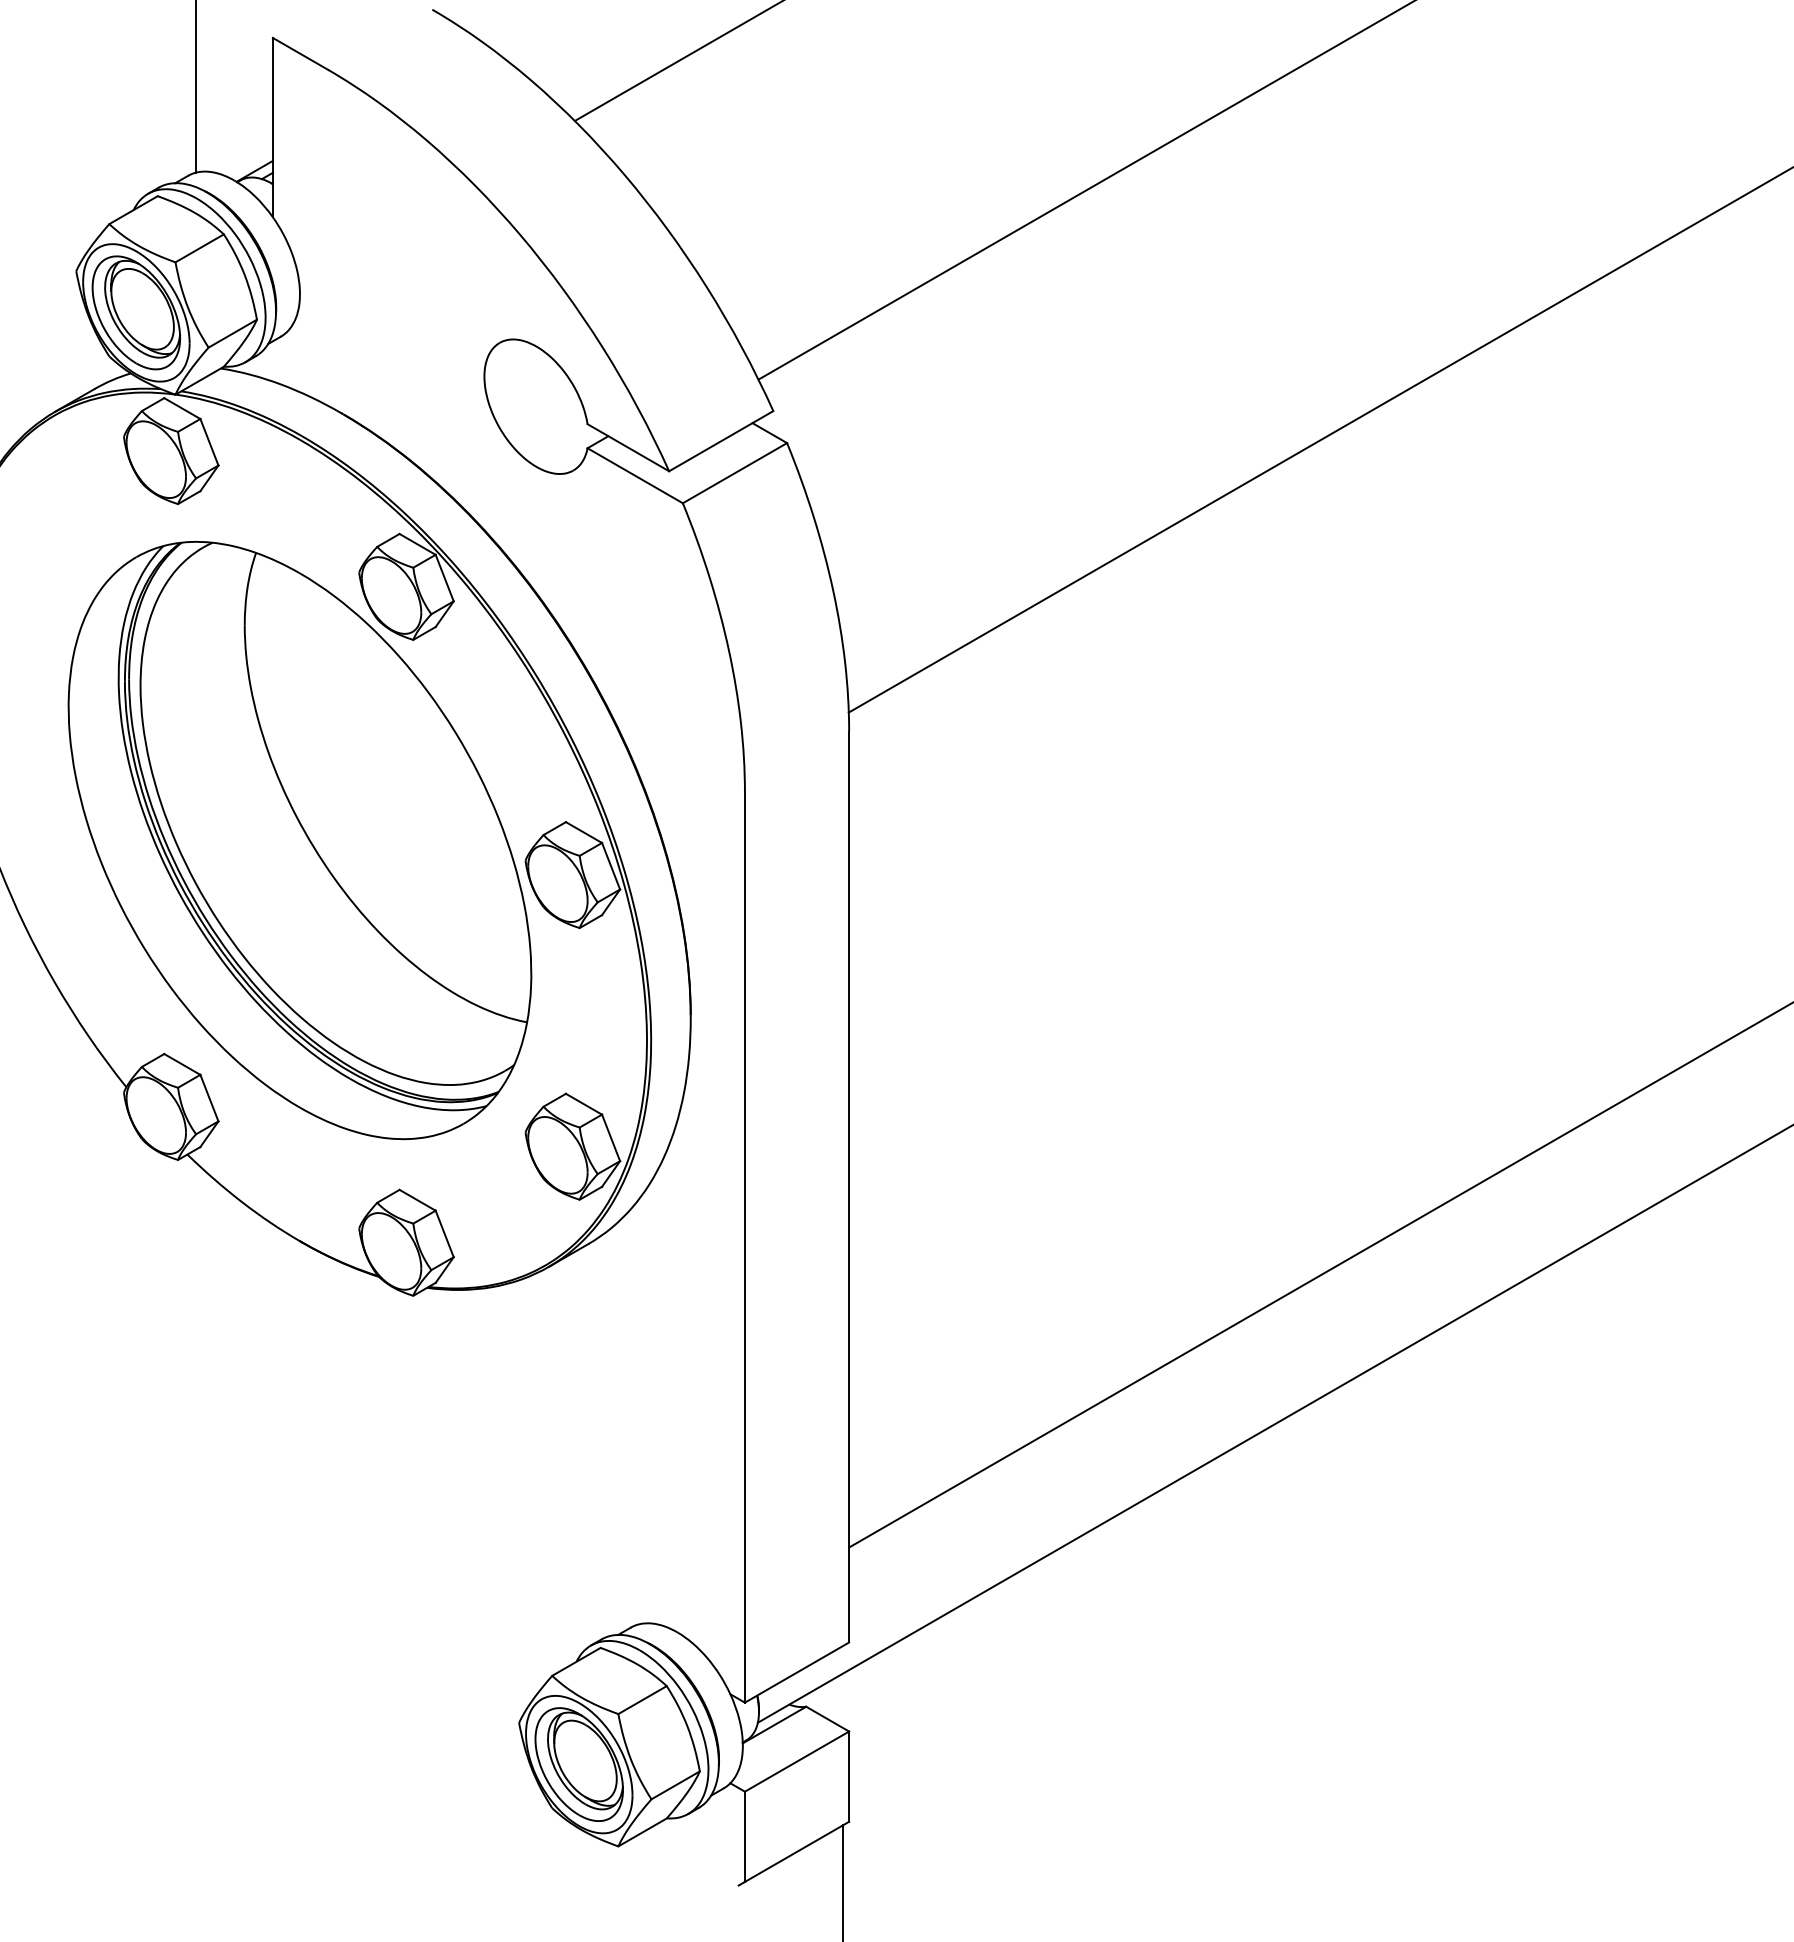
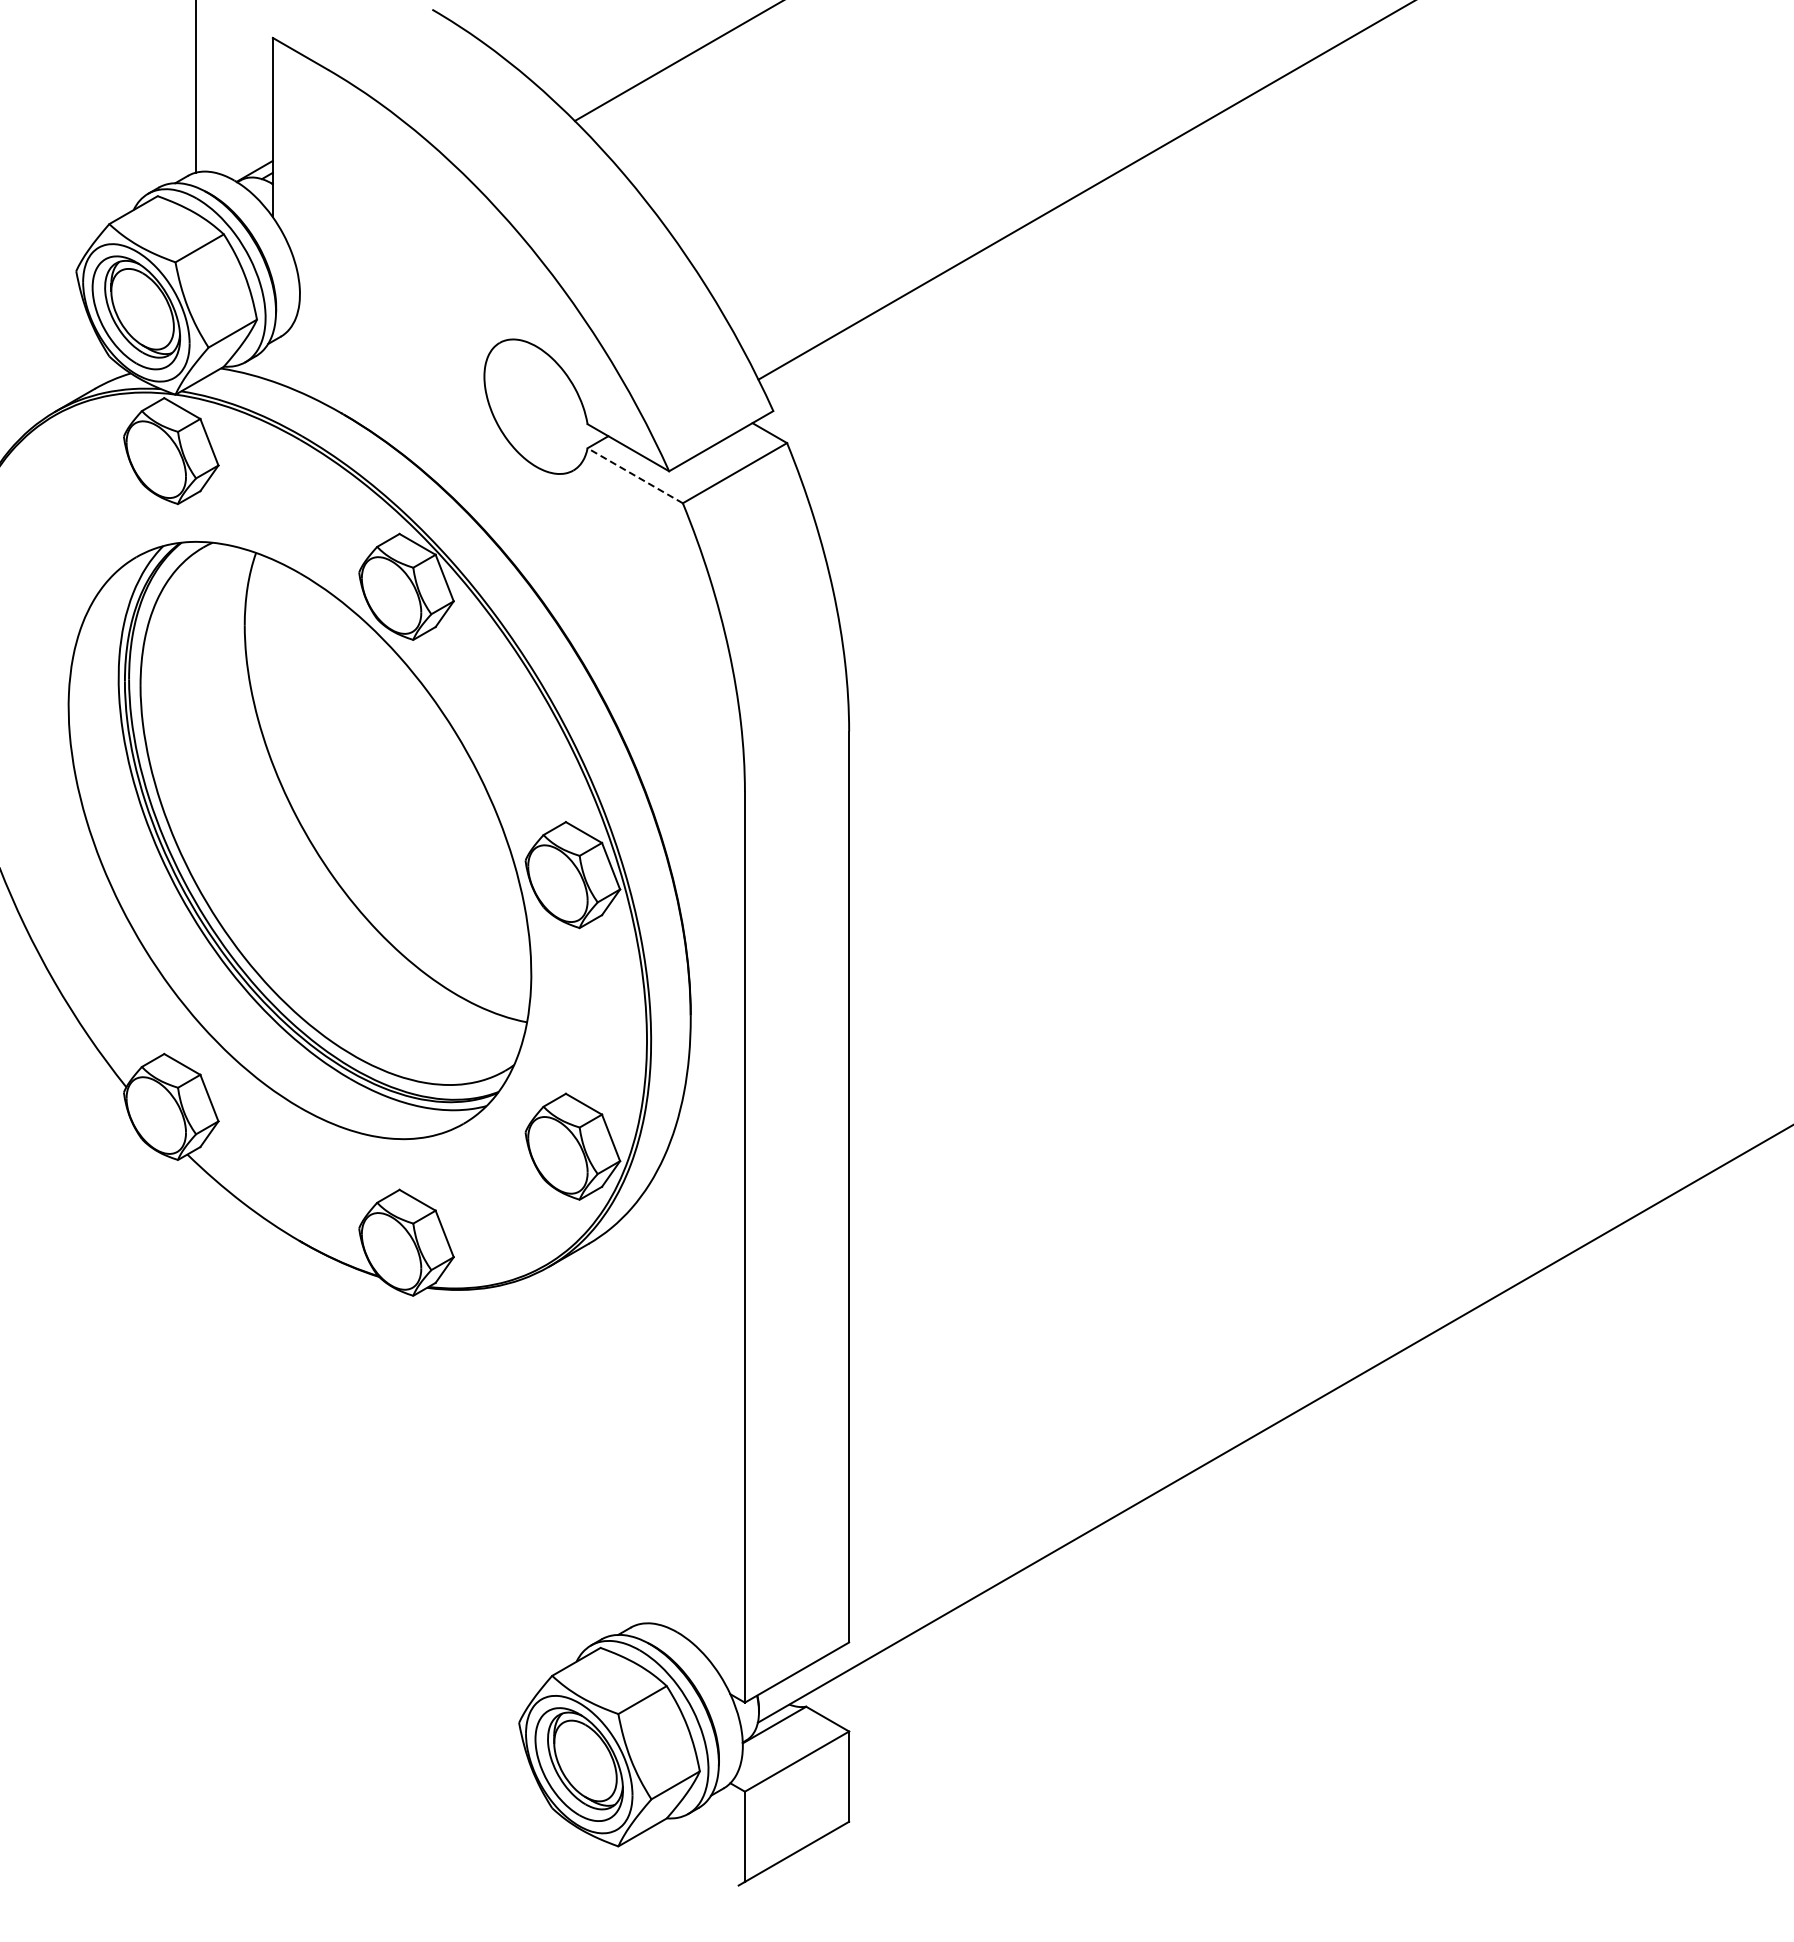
line at (1319, 440): present -> none
line at (634, 475): solid -> dashed
line at (1319, 1275): present -> none
line at (842, 1881): present -> none
